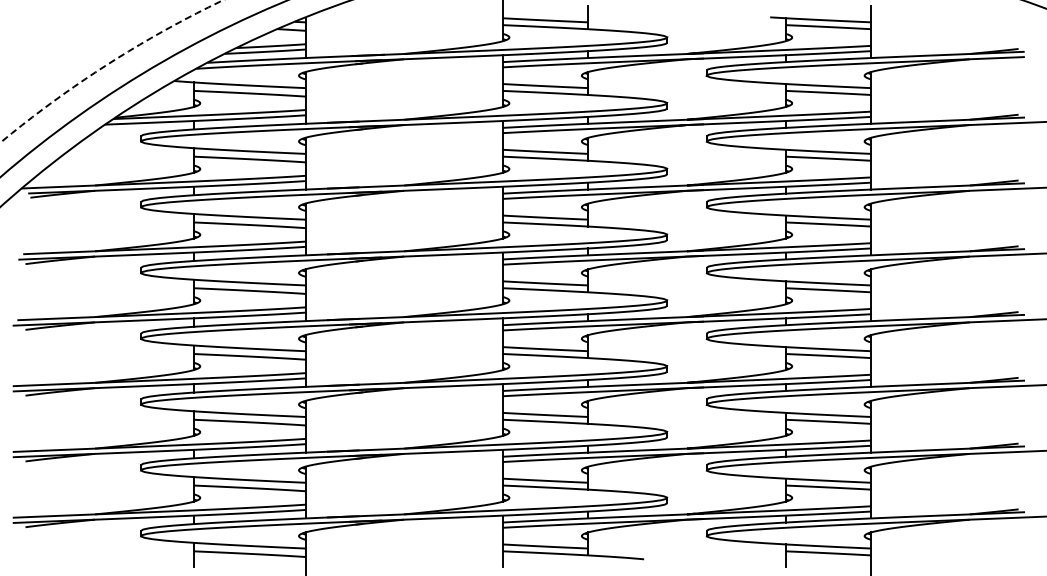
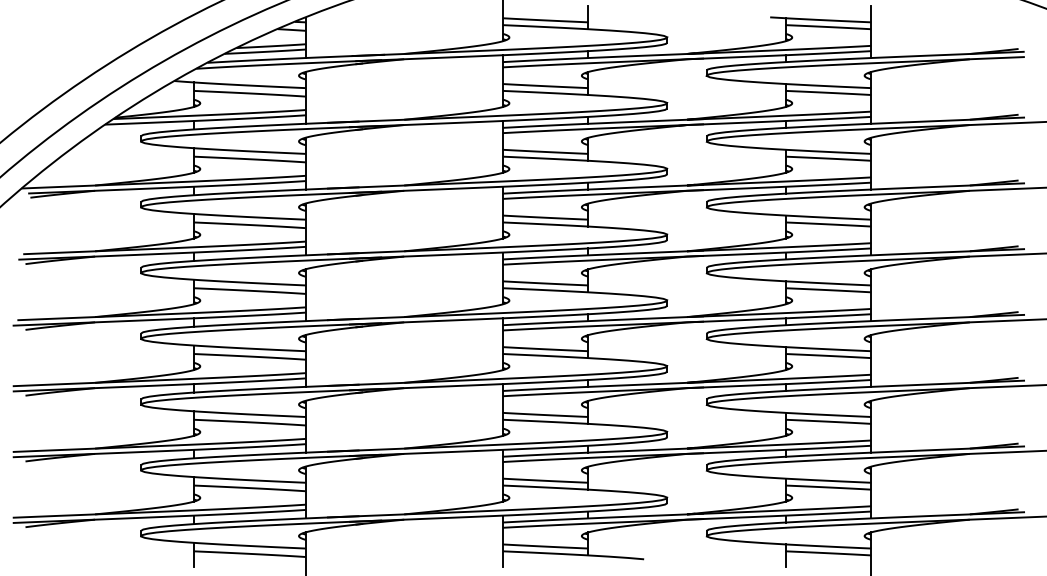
circle at (111, 71): dashed -> solid
